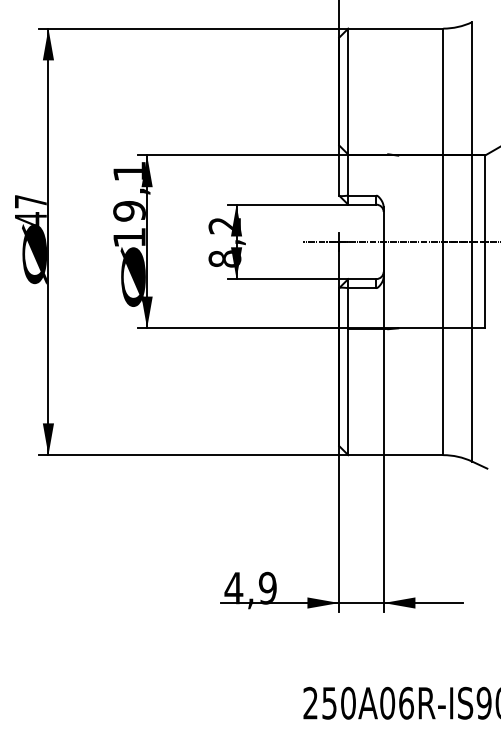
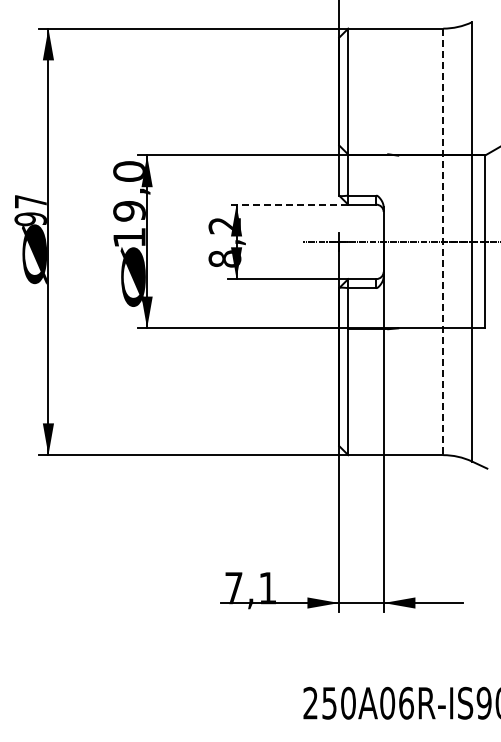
text at (129, 171): 19,1 -> 19,0
line at (287, 204): solid -> dashed
text at (30, 219): 47 -> 97
line at (443, 242): solid -> dashed
text at (250, 587): 4,9 -> 7,1
